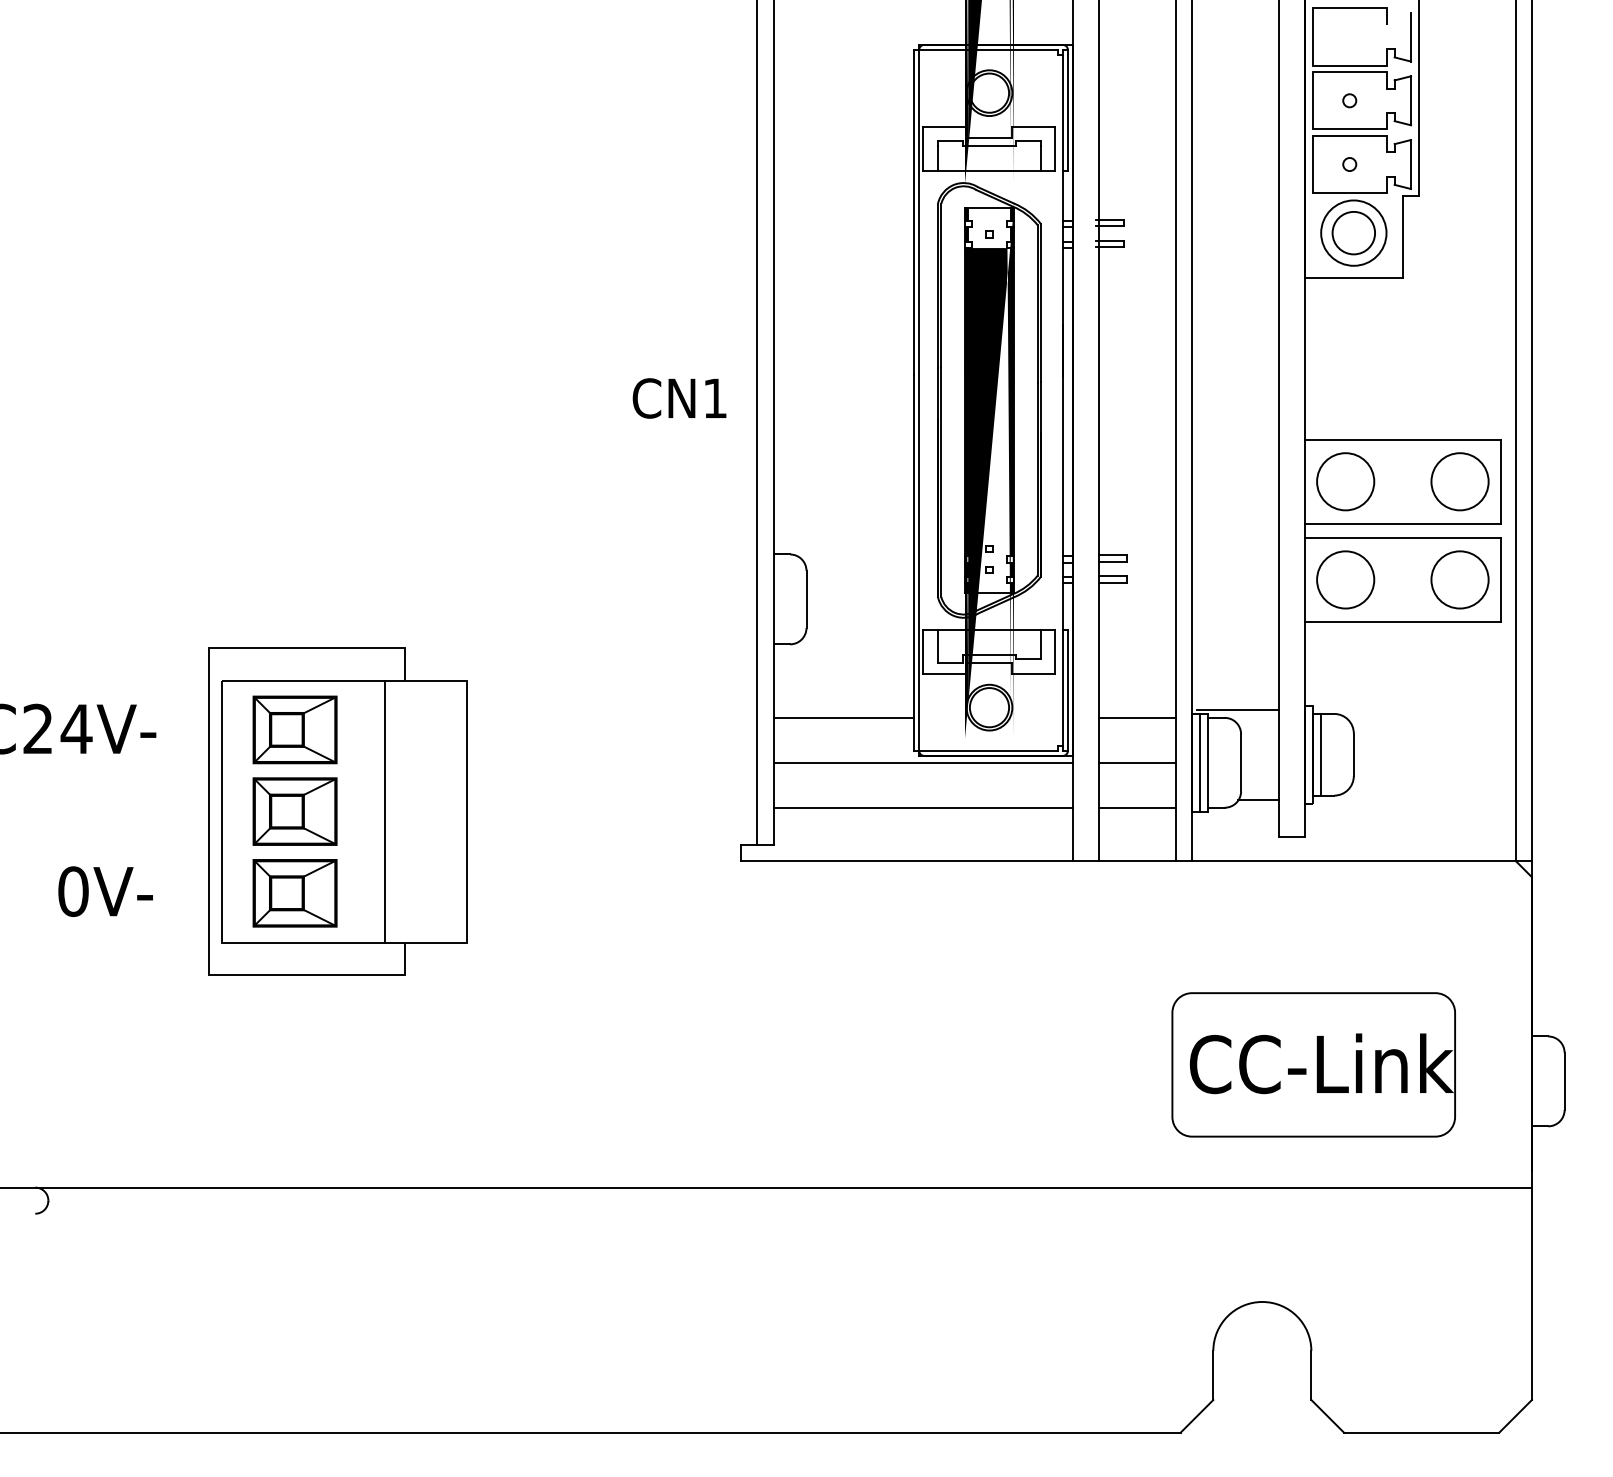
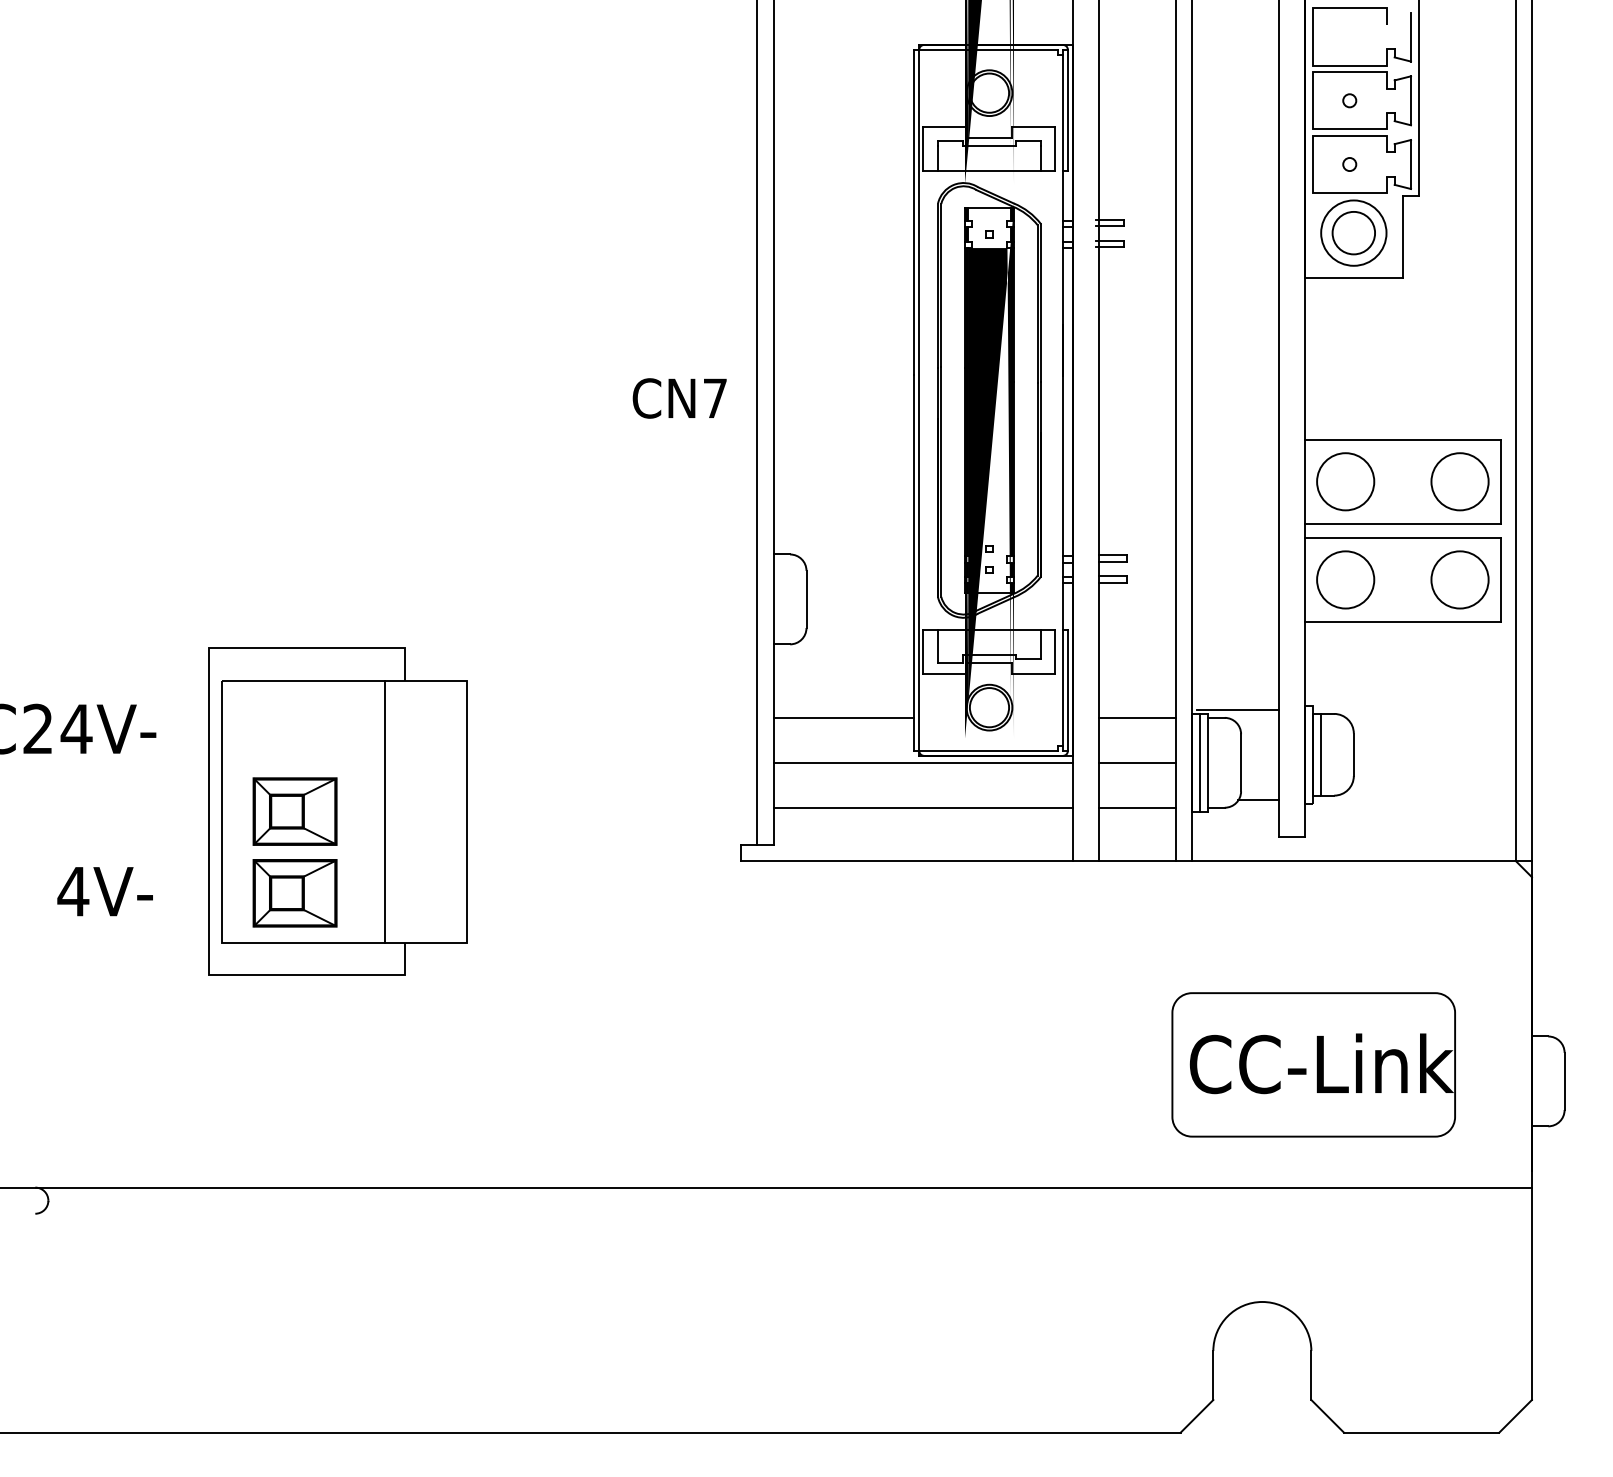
text at (715, 397): CN1 -> CN7
part at (294, 729): present -> none
text at (73, 891): 0V- -> 4V-
